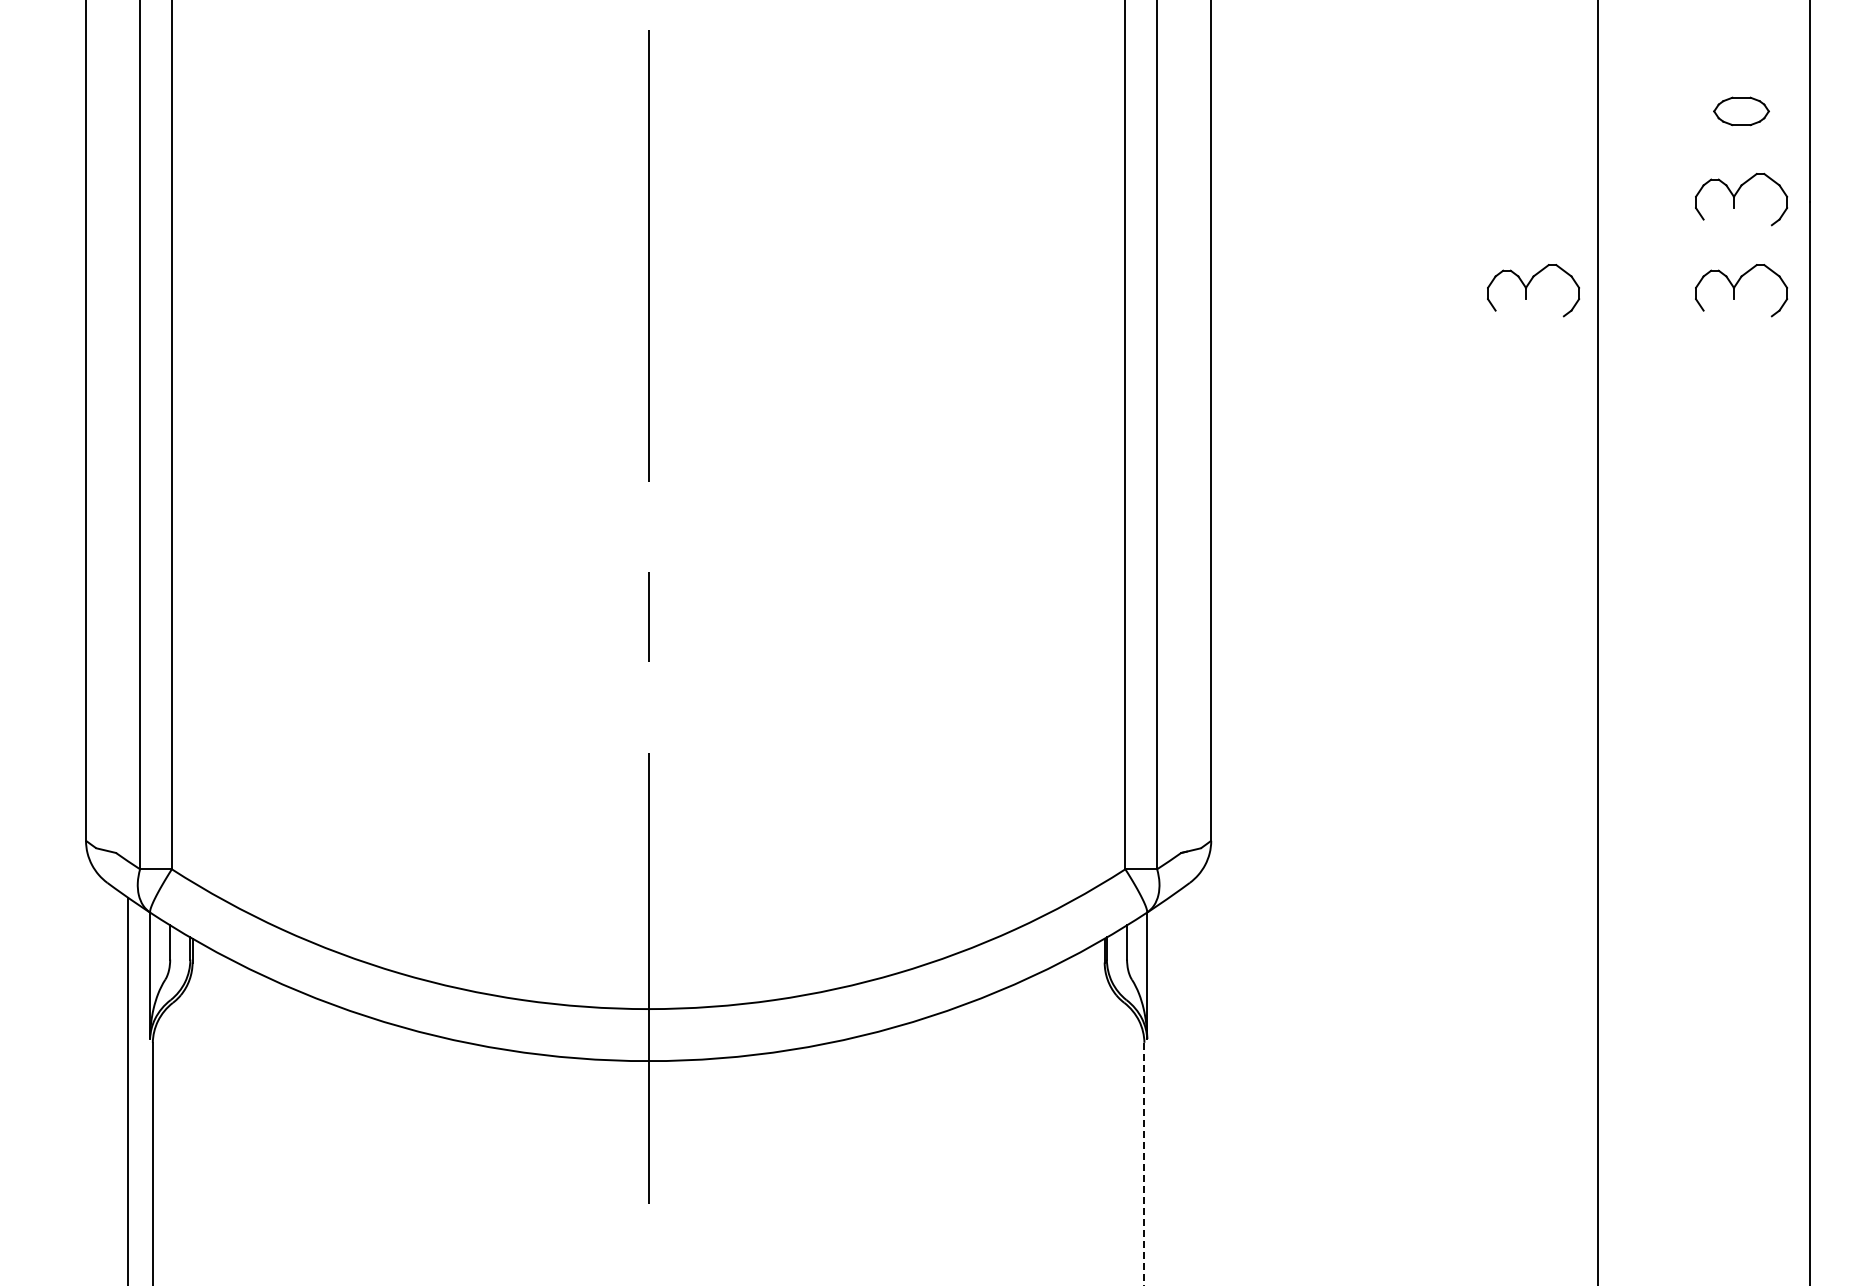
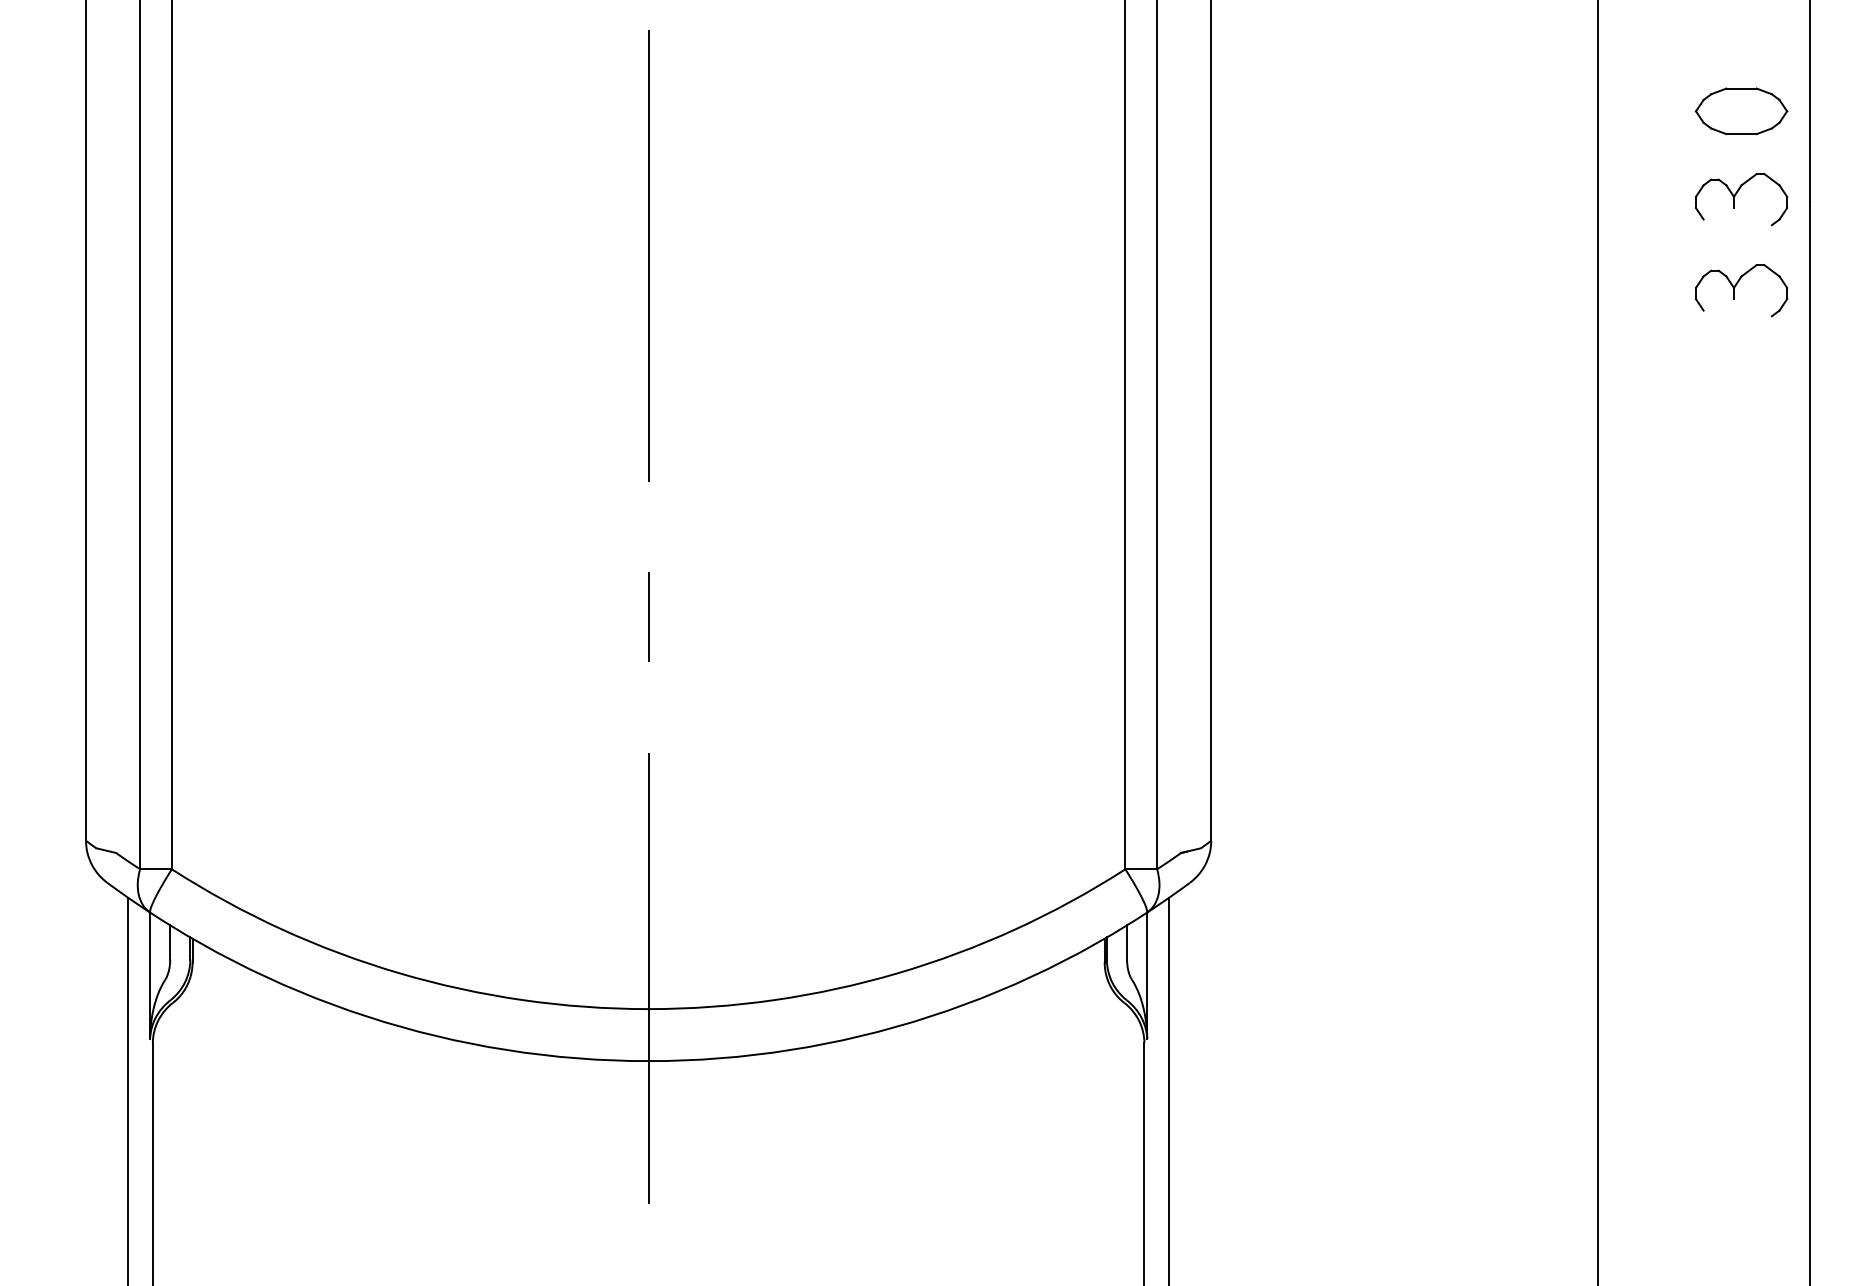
part at (1741, 111) size: 57x31 px -> 95x49 px
part at (1527, 287): present -> none
line at (1169, 1089): none -> present
line at (1144, 1164): dashed -> solid
